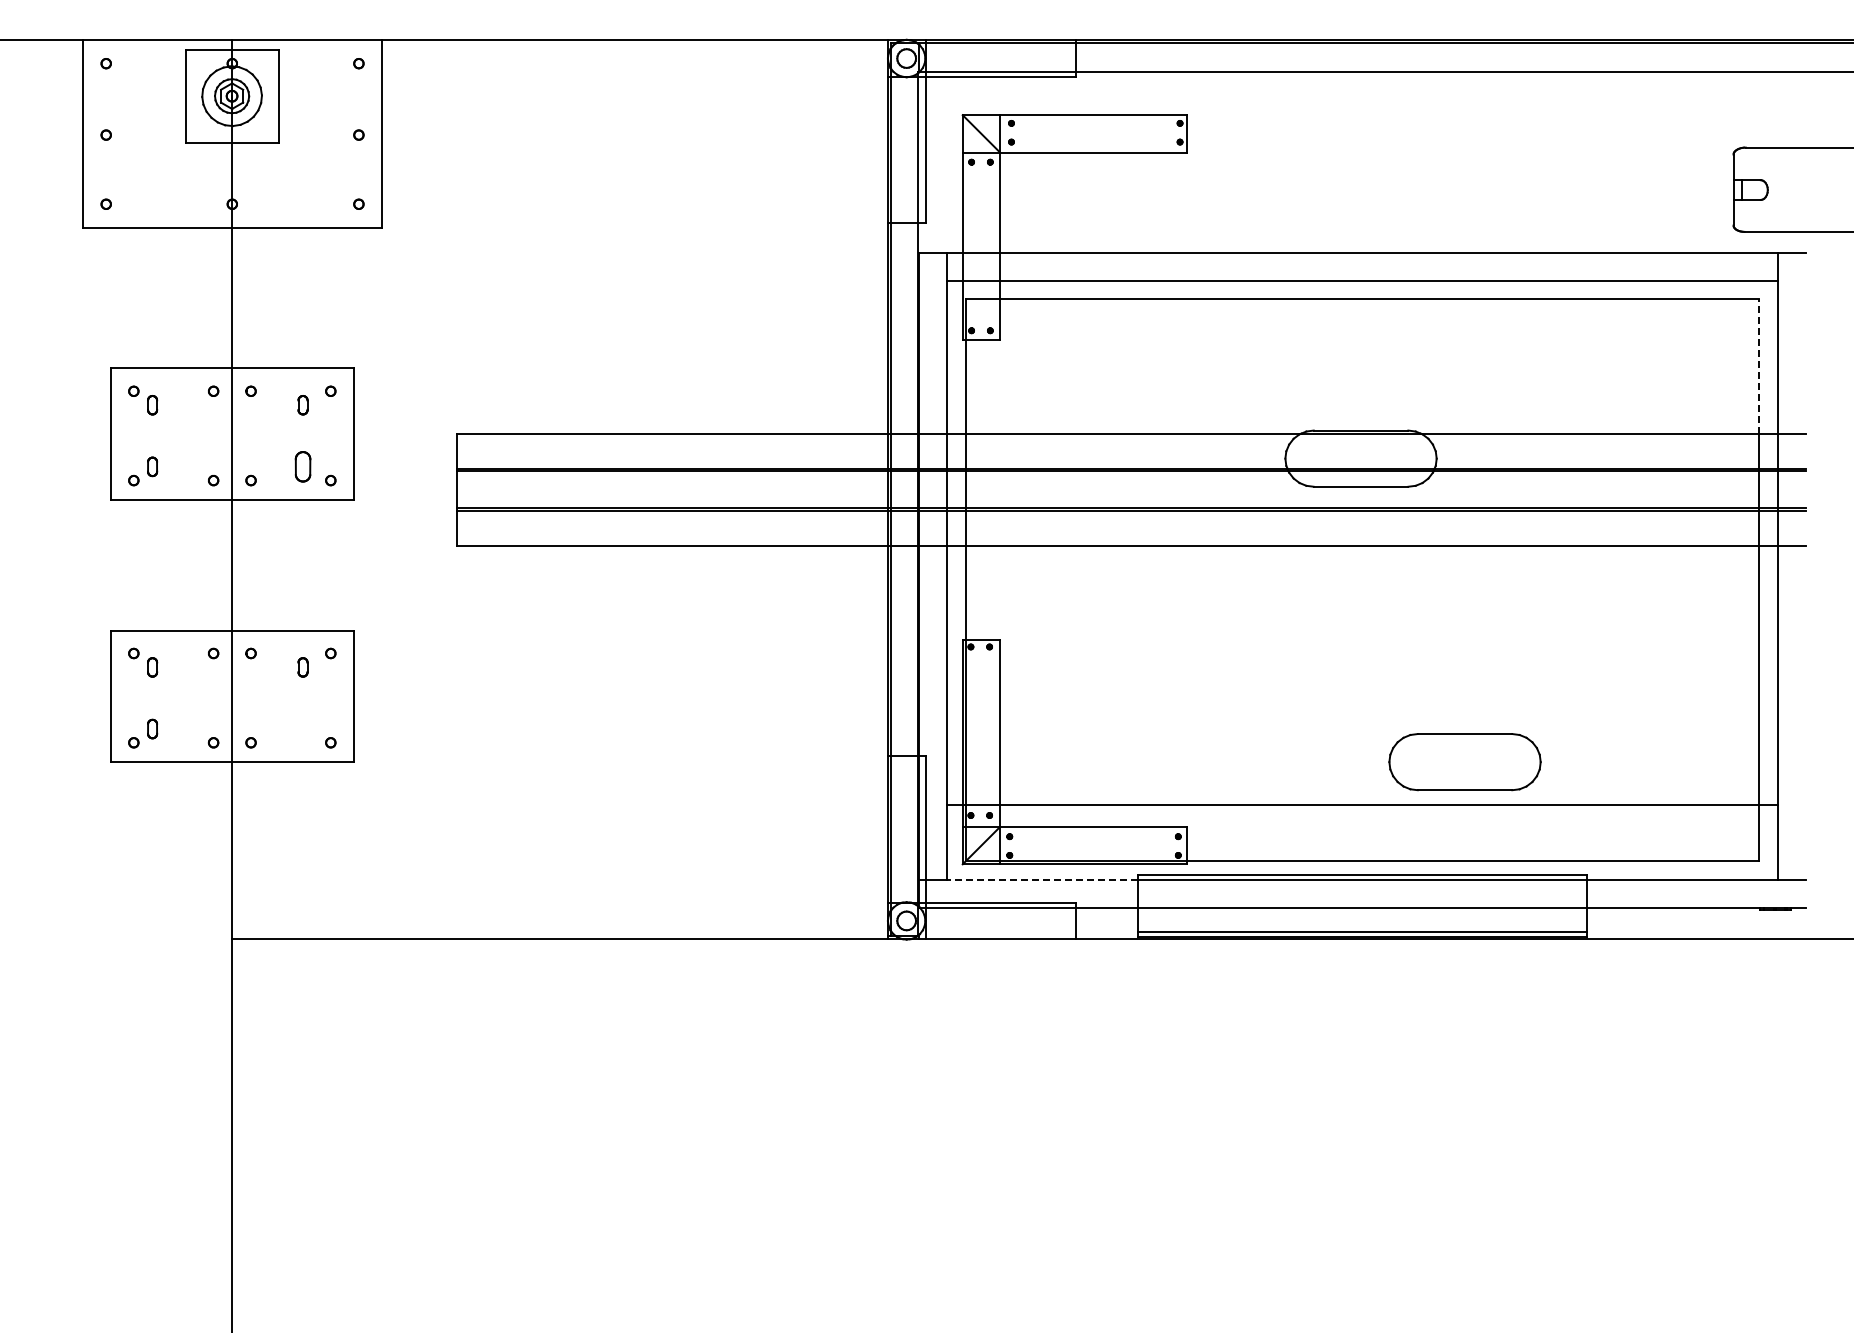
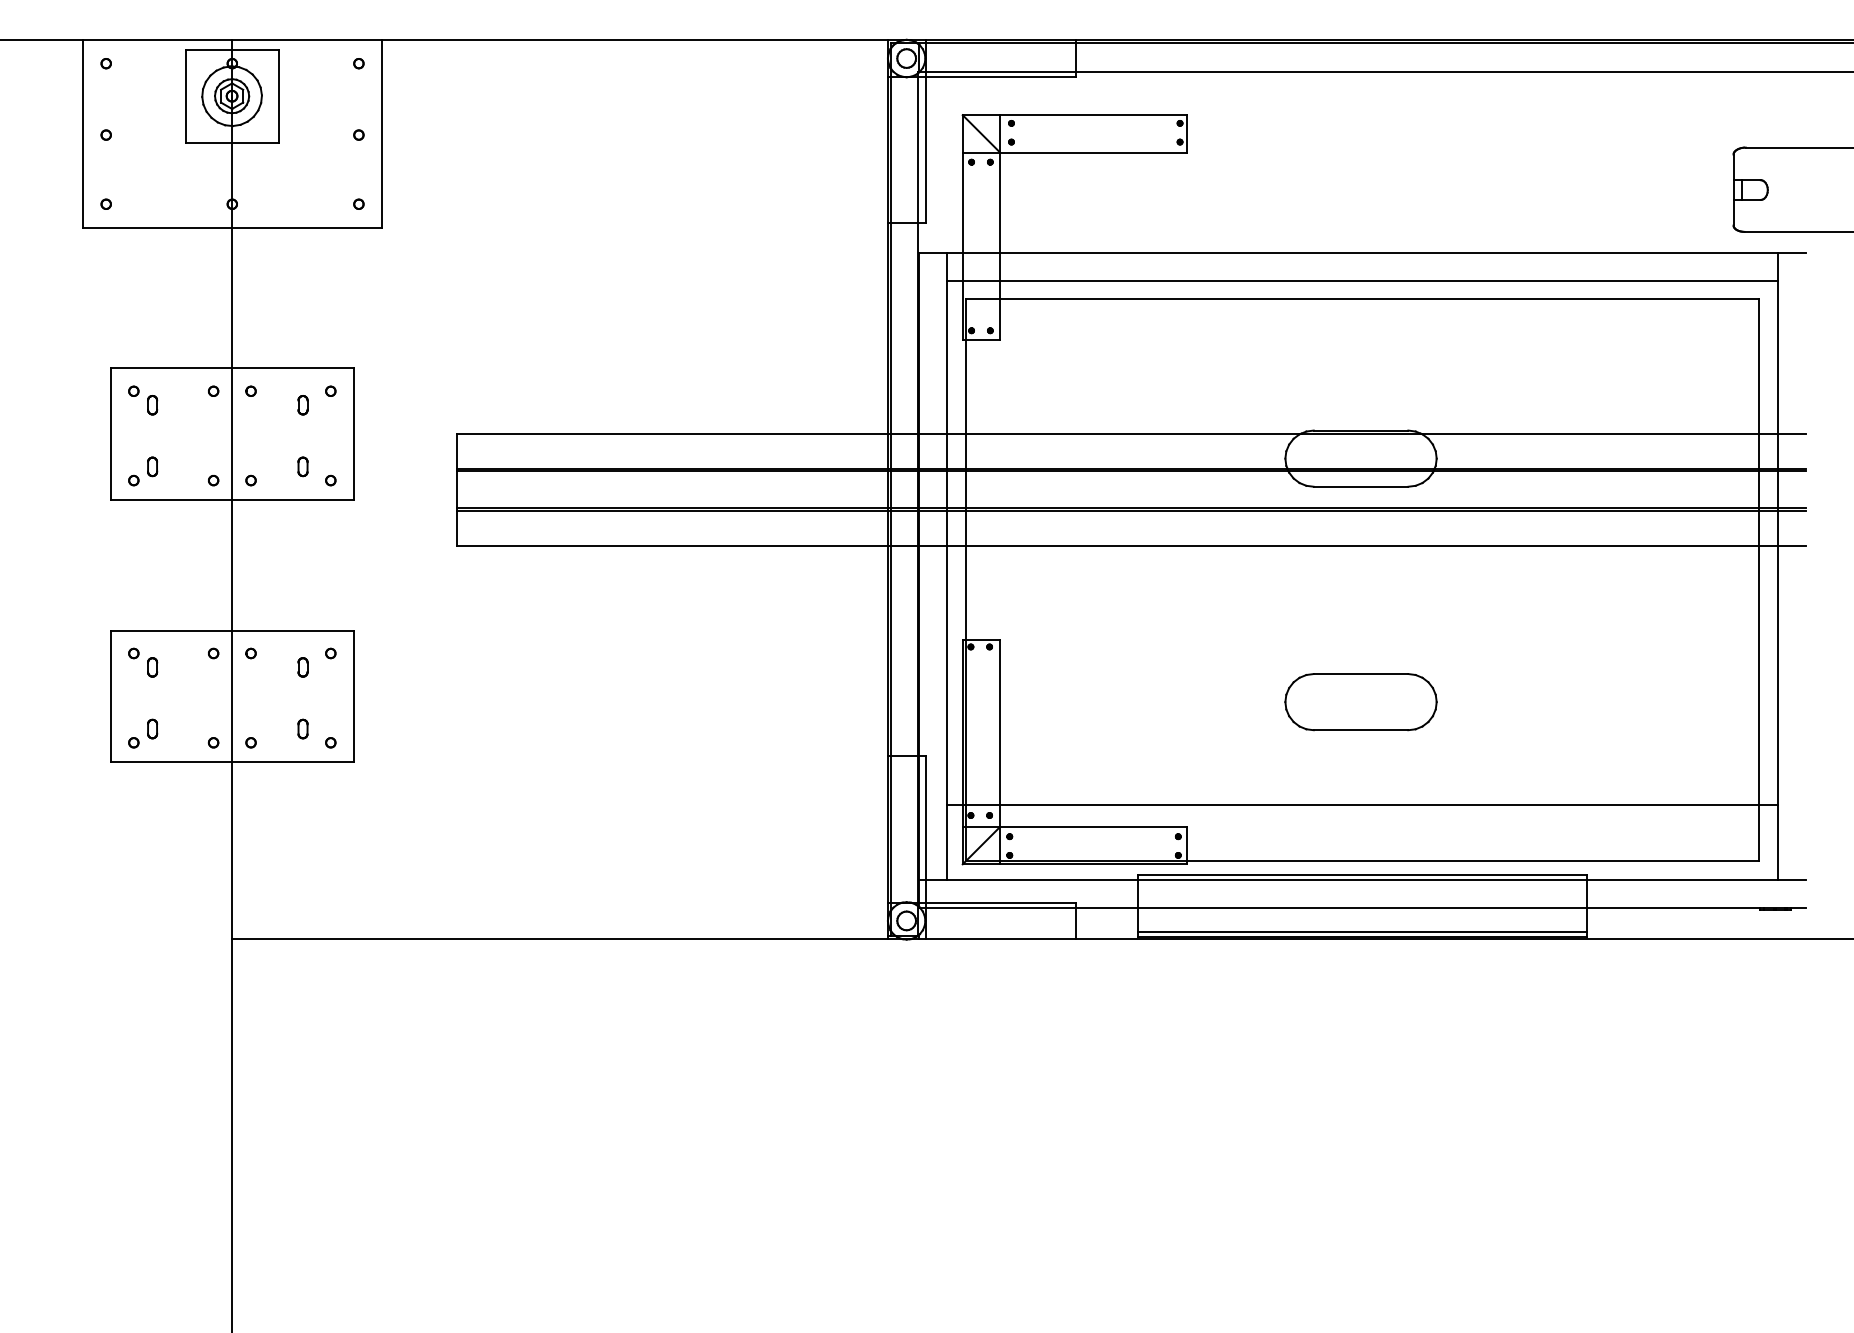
line at (1758, 366): dashed -> solid
part at (302, 466) size: 18x32 px -> 12x22 px
part at (302, 728): none -> present
part at (1464, 762) position: (1464, 762) -> (1360, 702)
line at (1042, 880): dashed -> solid
